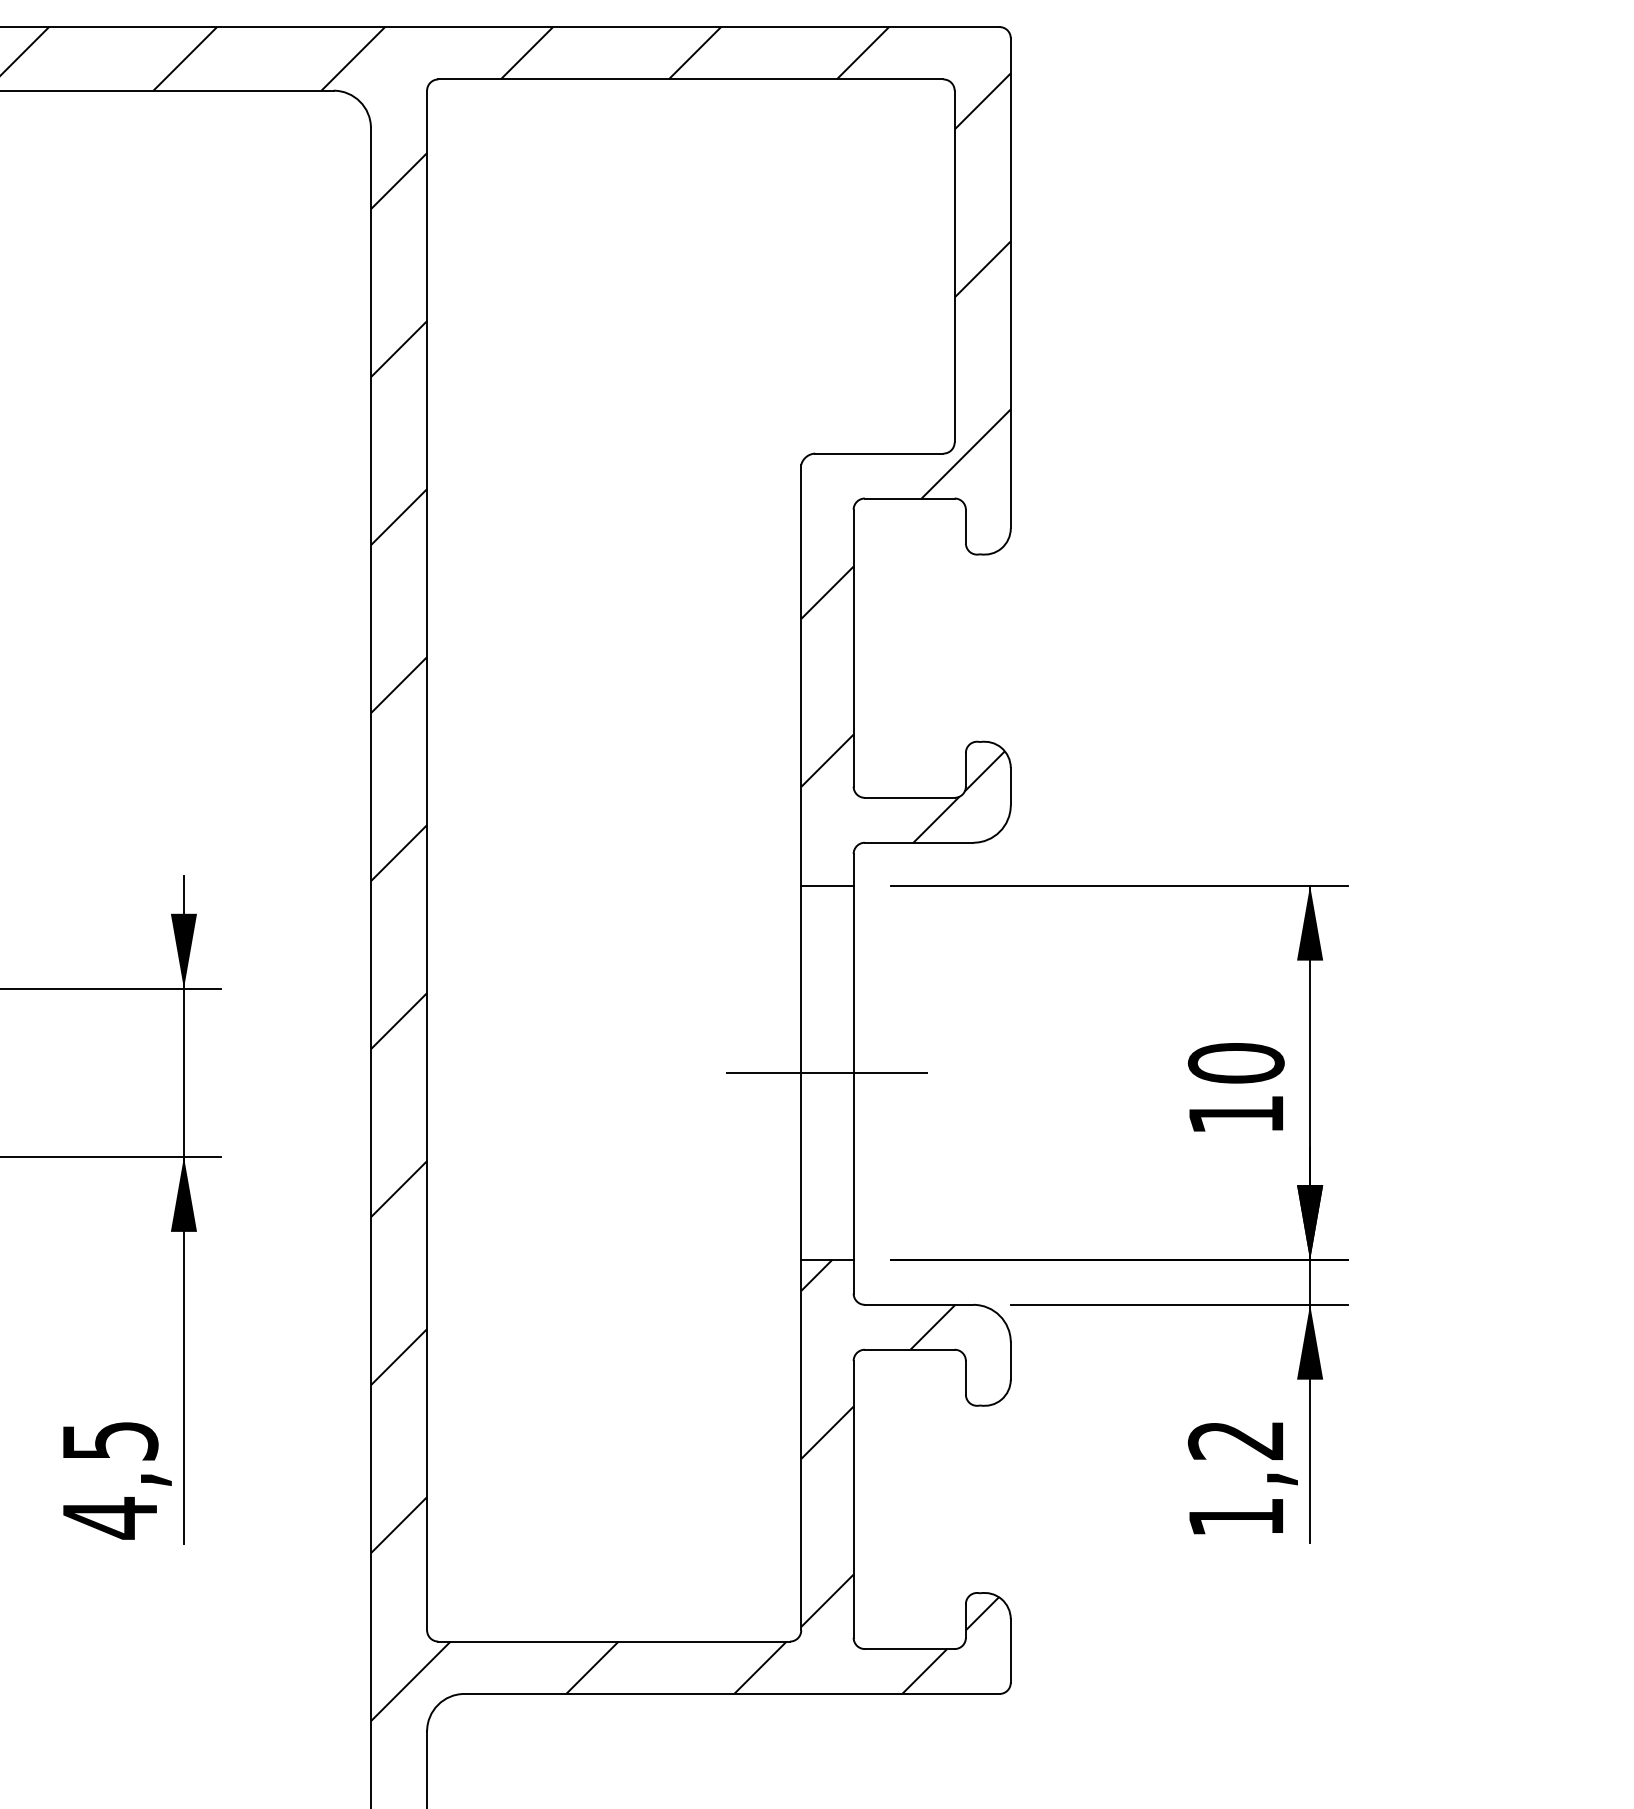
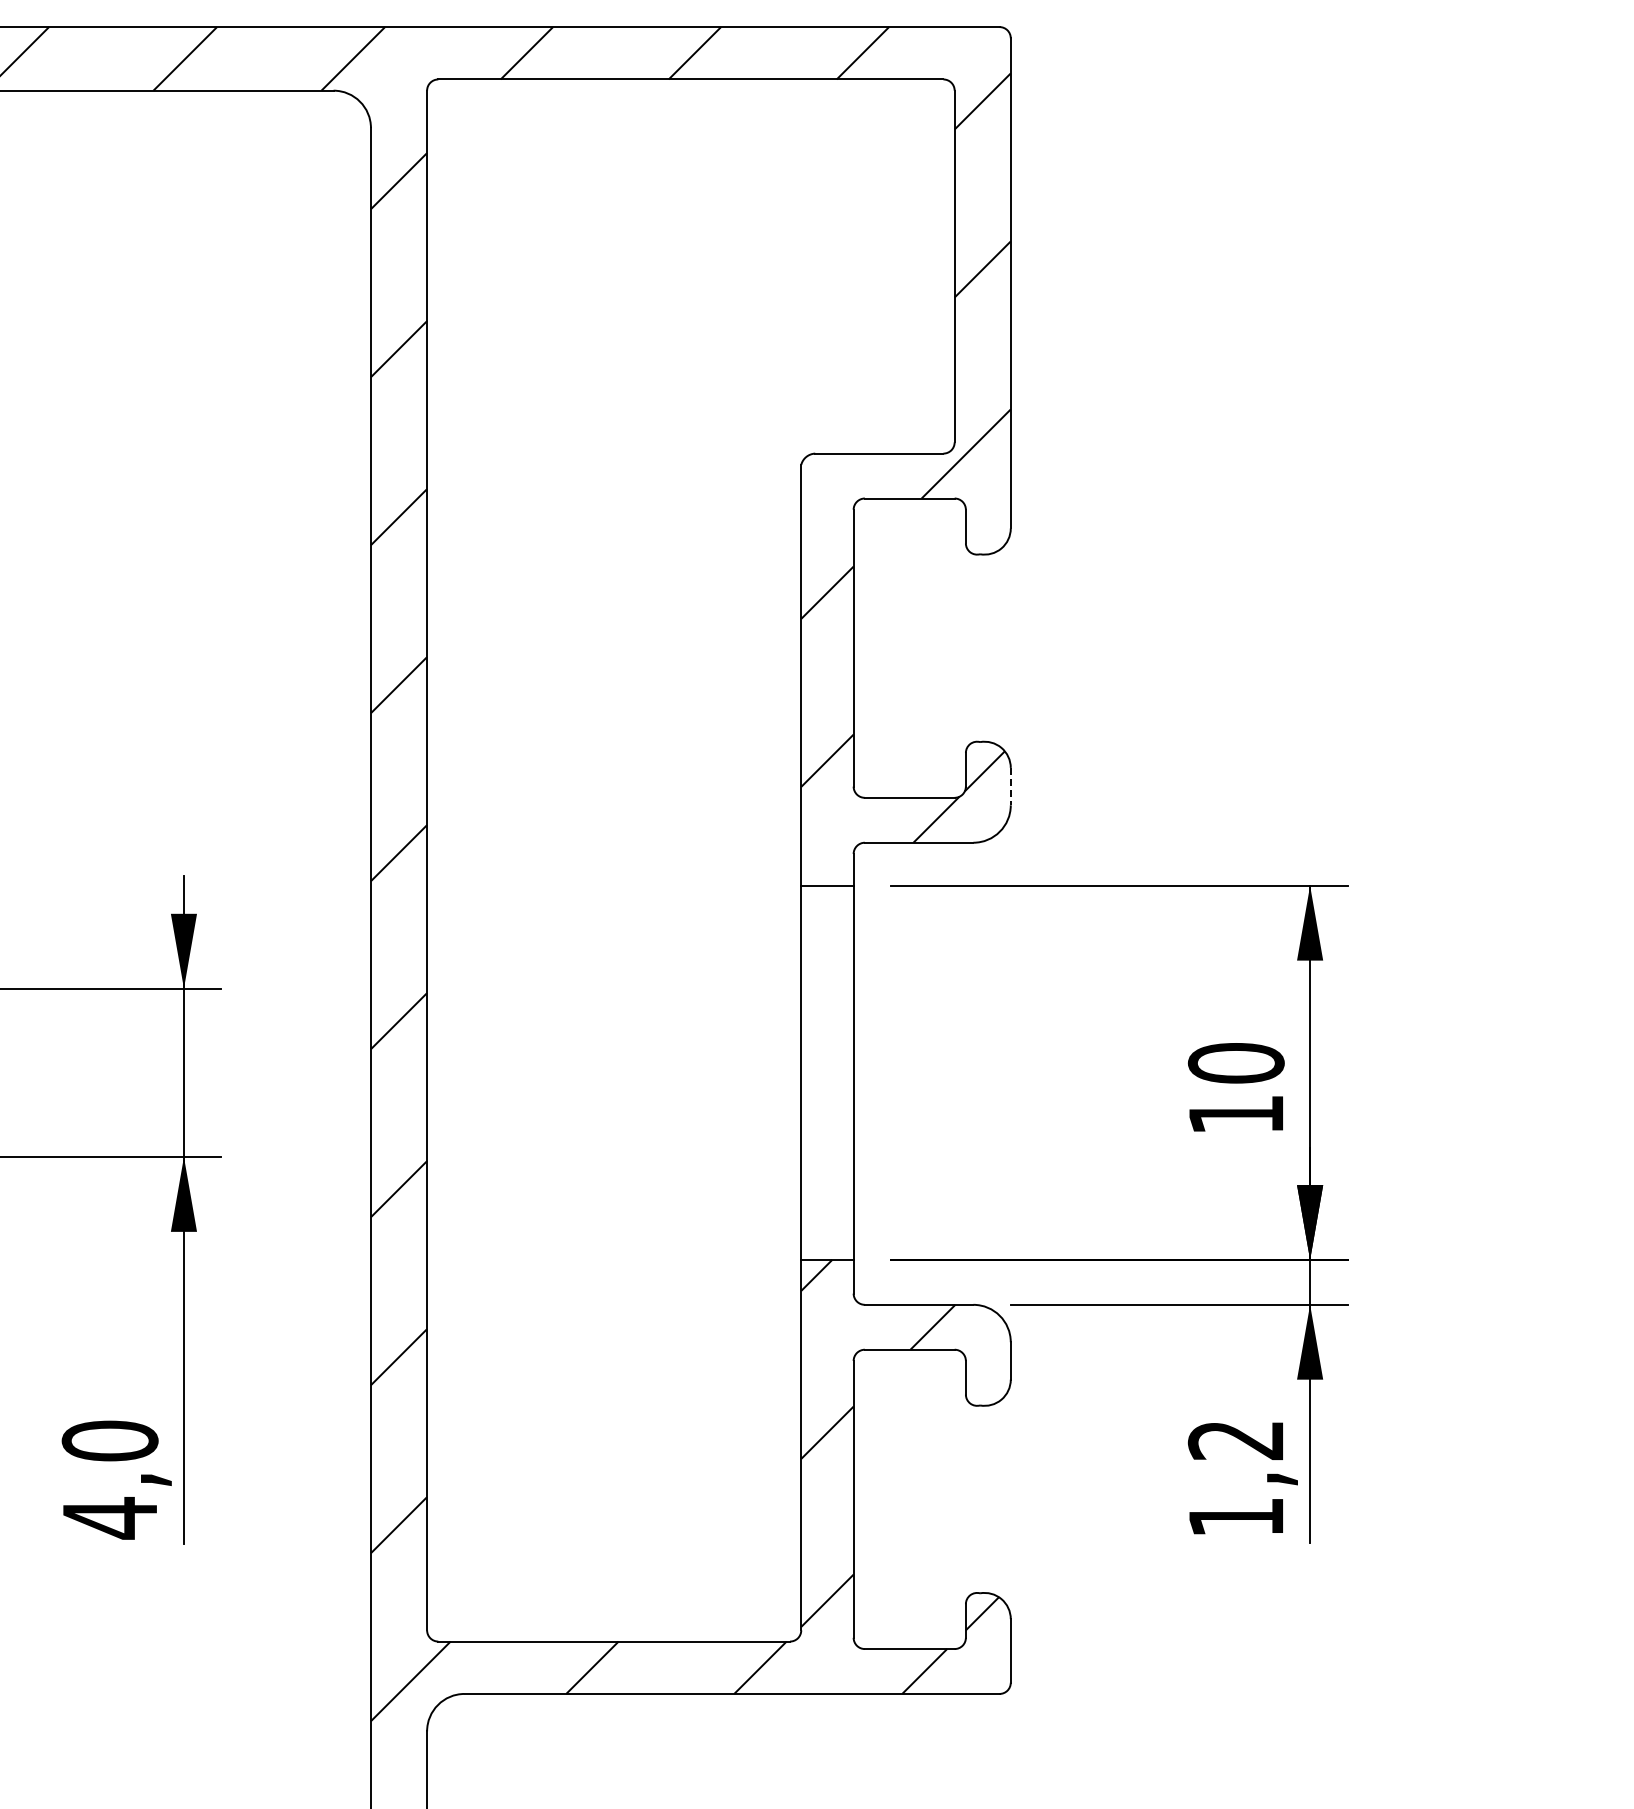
line at (1010, 786): solid -> dashed
line at (827, 1072): present -> none
text at (109, 1440): 4,5 -> 4,0
